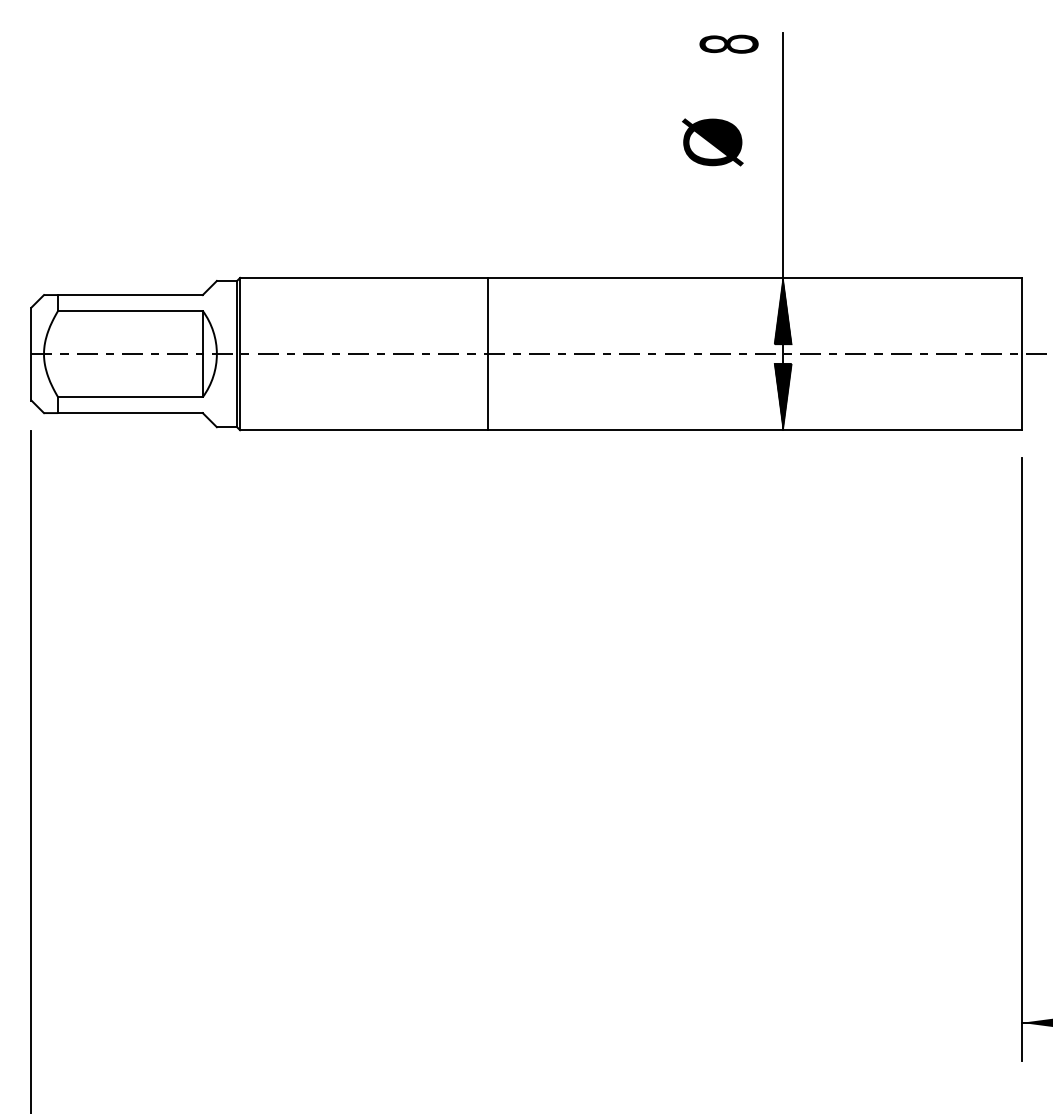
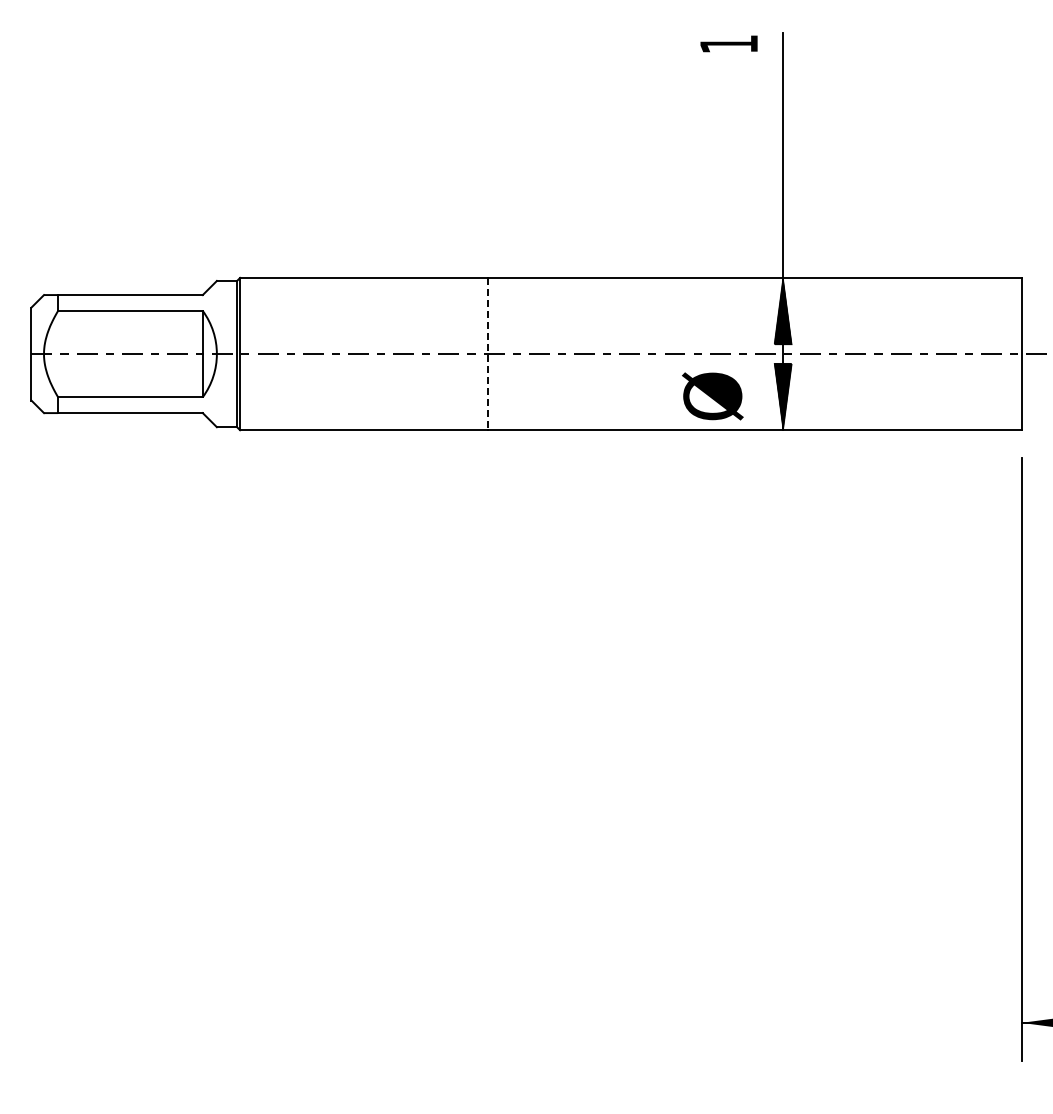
text at (728, 43): 8 -> 1
text at (712, 142) position: (712, 142) -> (712, 396)
line at (488, 354): solid -> dashed
line at (31, 770): present -> none
